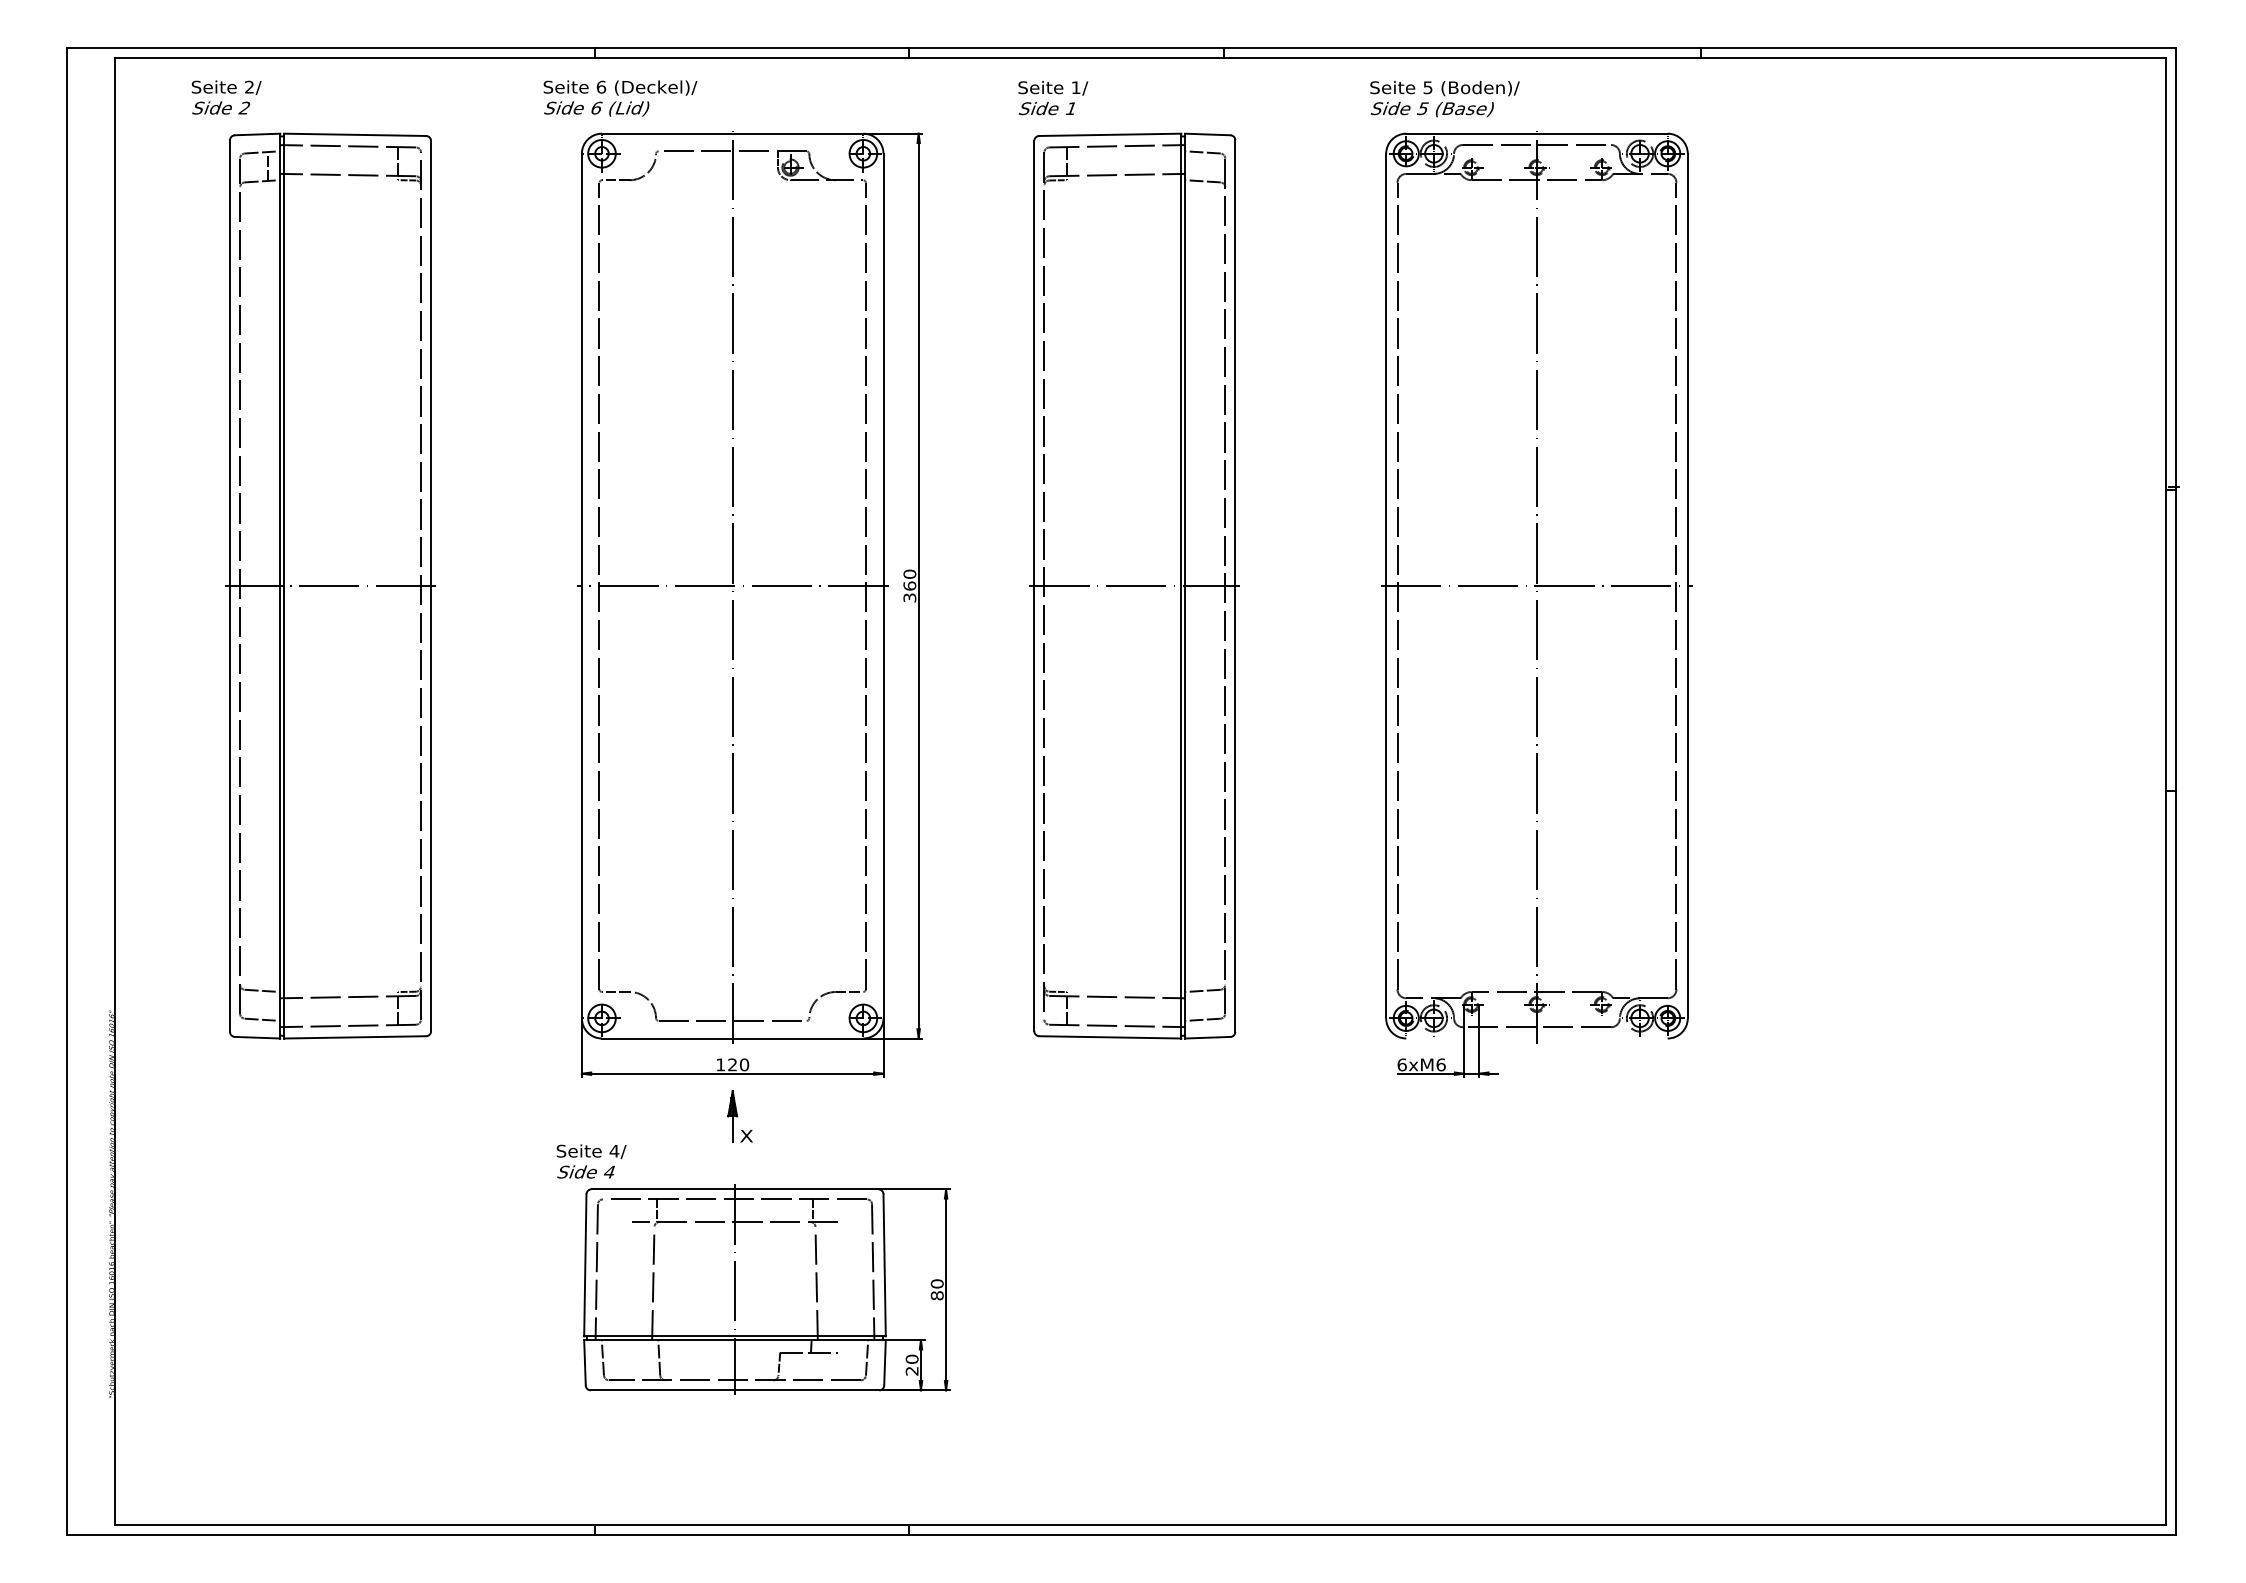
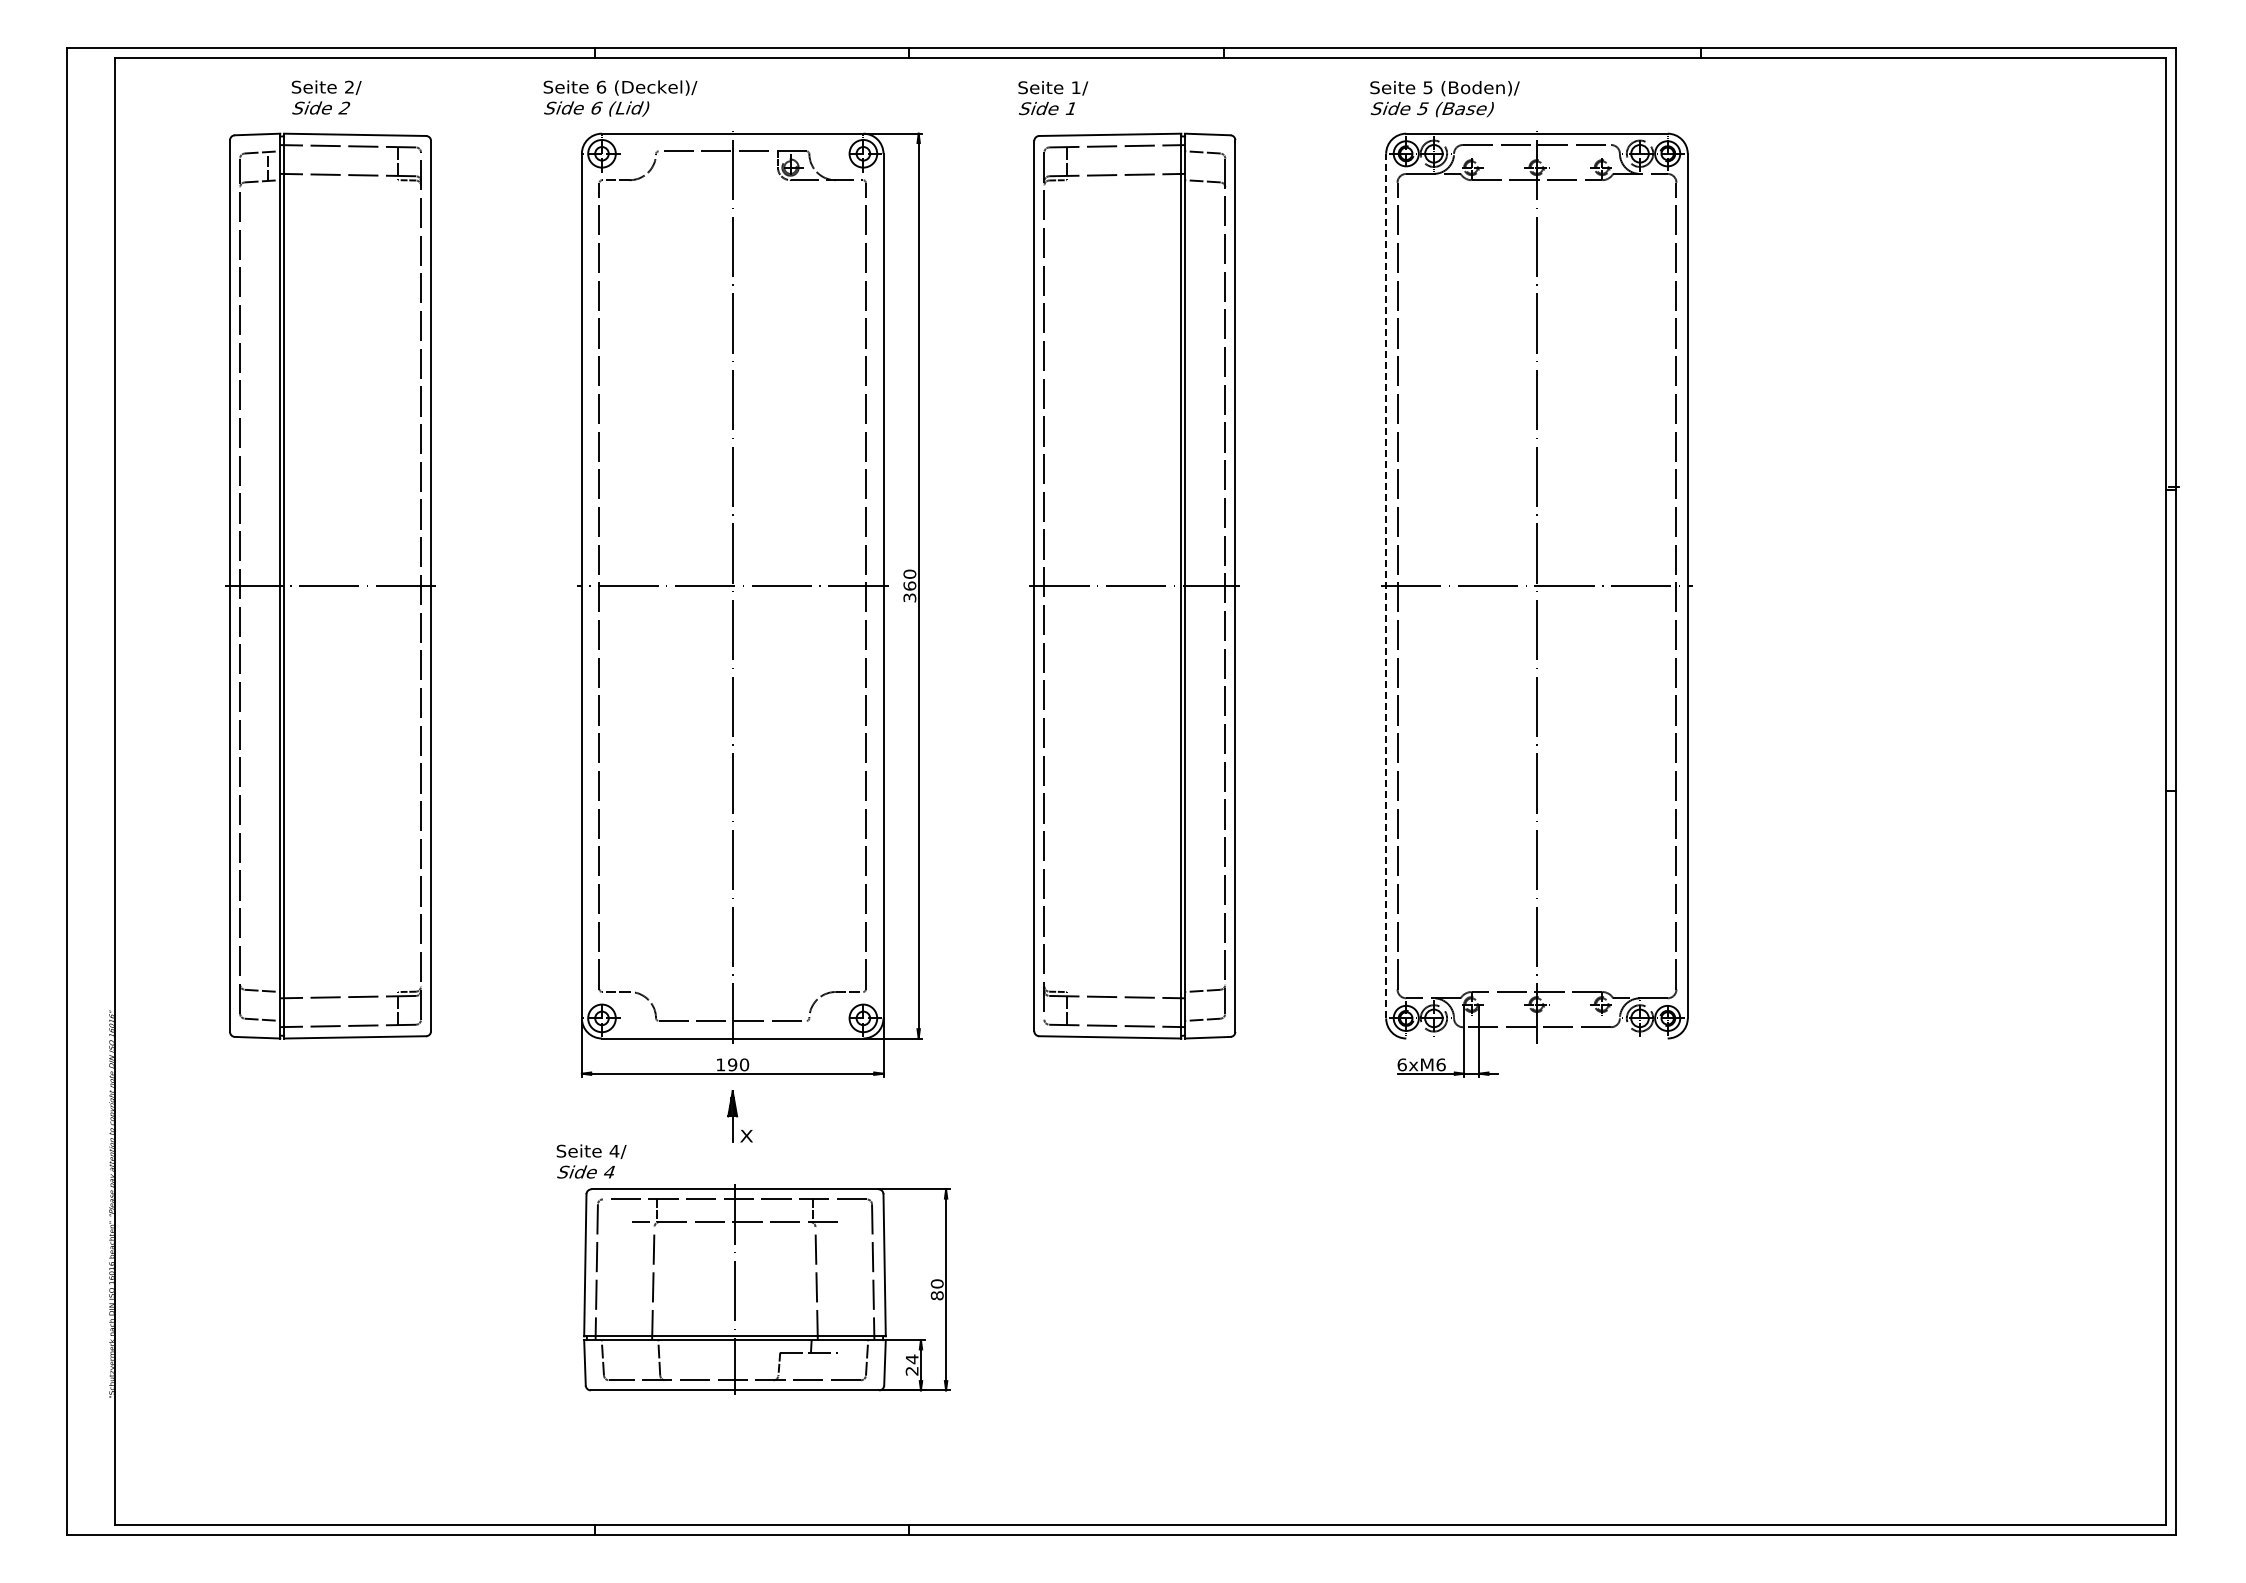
text at (226, 97) position: (226, 97) -> (326, 97)
line at (1386, 585): solid -> dashed
text at (732, 1064): 120 -> 190
text at (911, 1359): 20 -> 24
